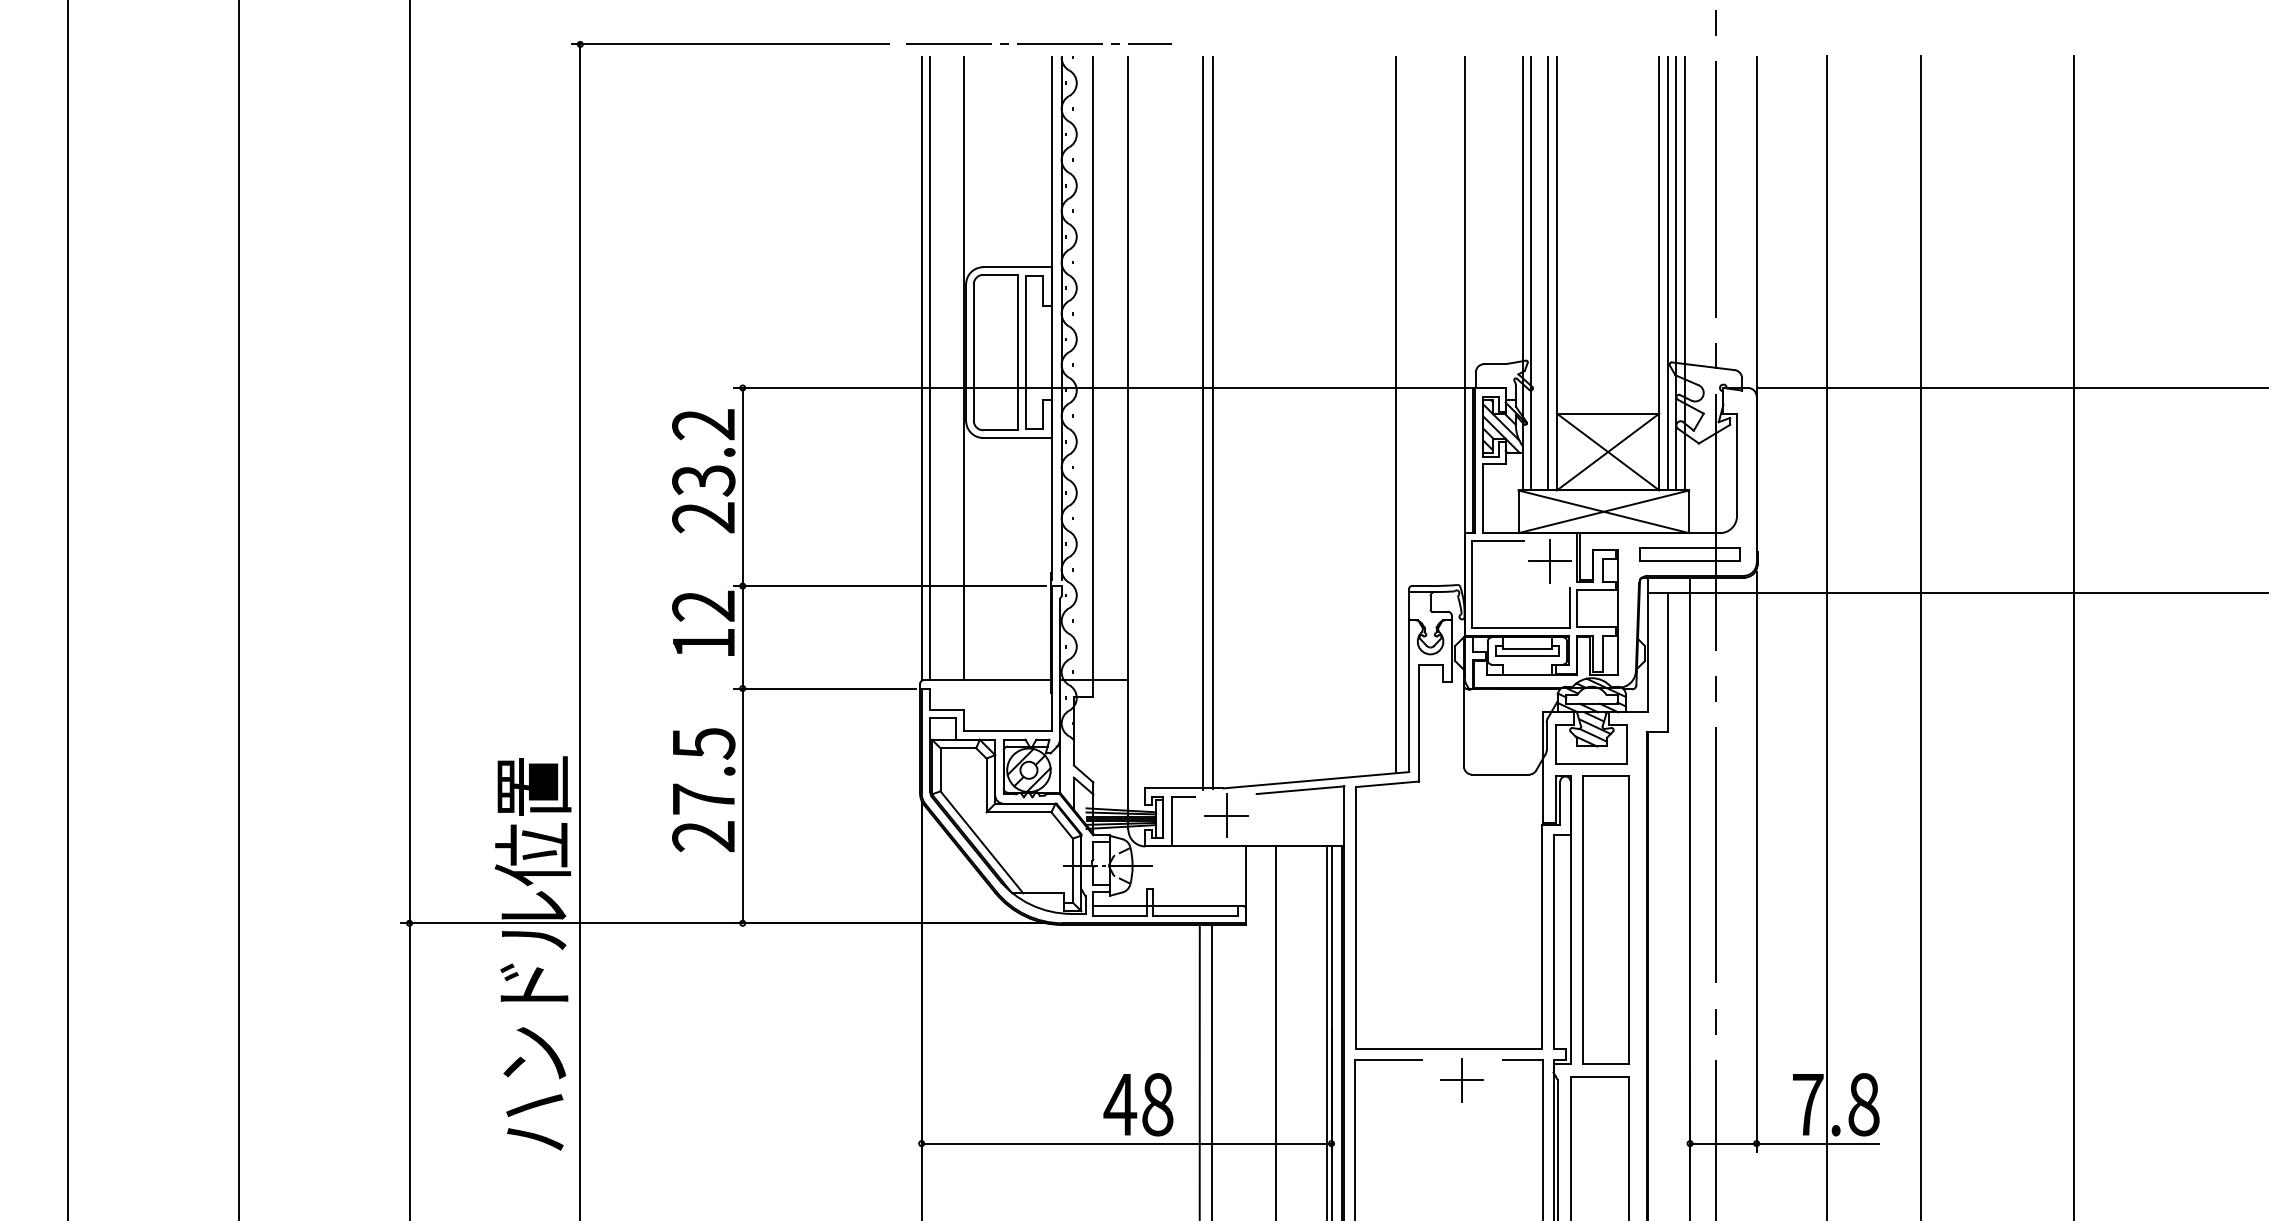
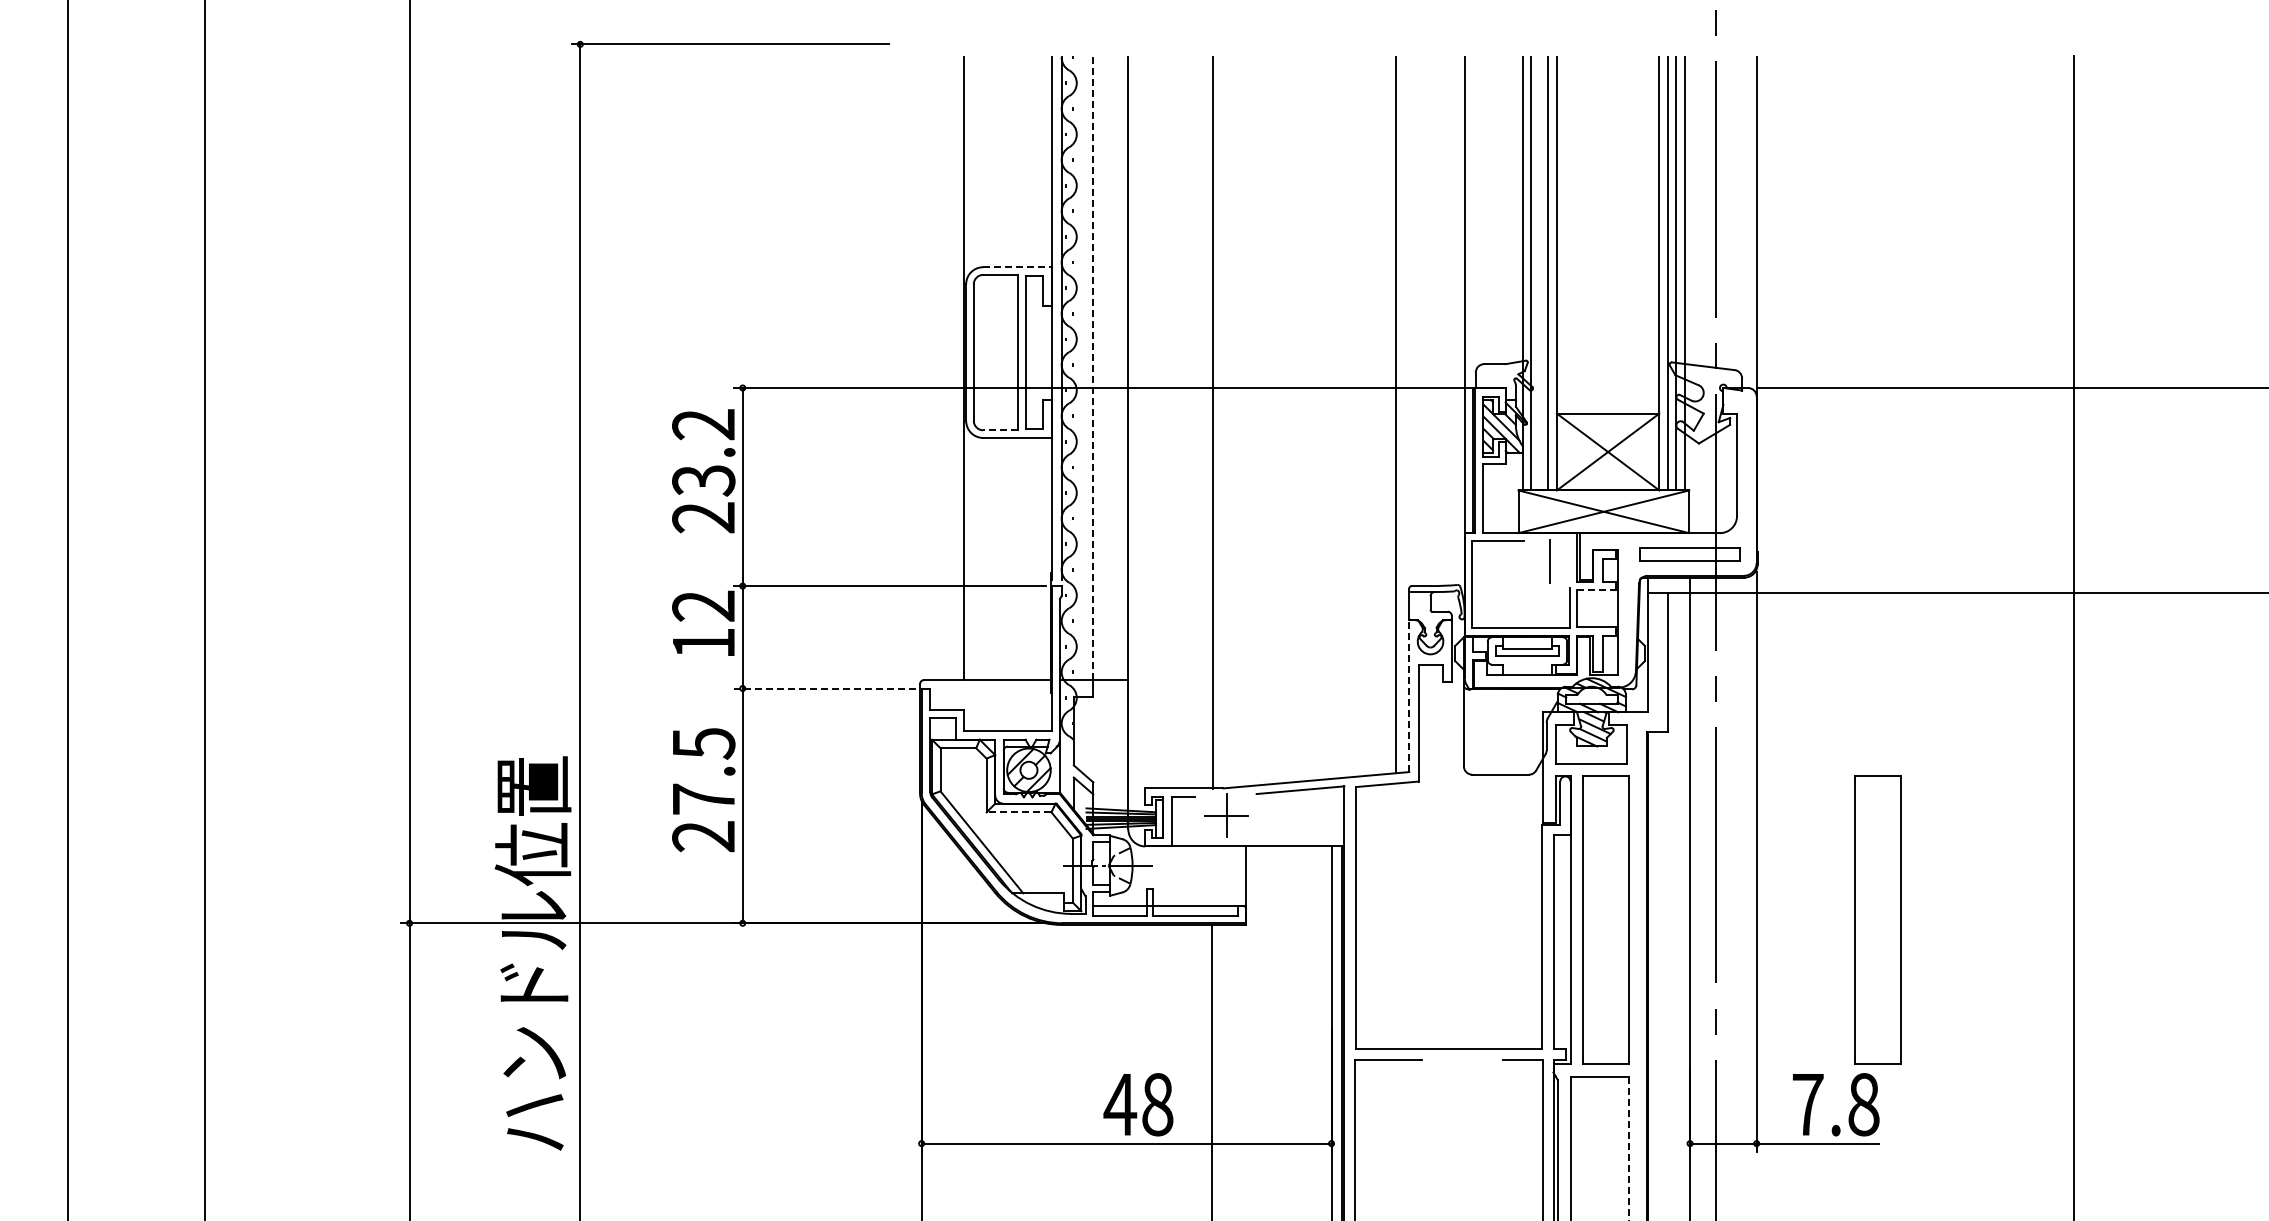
line at (1038, 43): present -> none
line at (1017, 267): solid -> dashed
line at (921, 368): present -> none
line at (930, 368): present -> none
line at (1093, 368): solid -> dashed
line at (1202, 423): present -> none
line at (1000, 430): solid -> dashed
line at (1549, 561): present -> none
line at (1597, 590): solid -> dashed
line at (238, 609) position: (238, 609) -> (204, 609)
line at (1826, 636): present -> none
line at (1921, 636): present -> none
line at (824, 688): solid -> dashed
line at (1409, 696): solid -> dashed
line at (1018, 812): solid -> dashed
part at (1877, 919): none -> present
line at (1275, 1031): present -> none
line at (1327, 1031): present -> none
line at (1199, 1071): present -> none
part at (1461, 1080): present -> none
line at (1629, 1148): solid -> dashed
